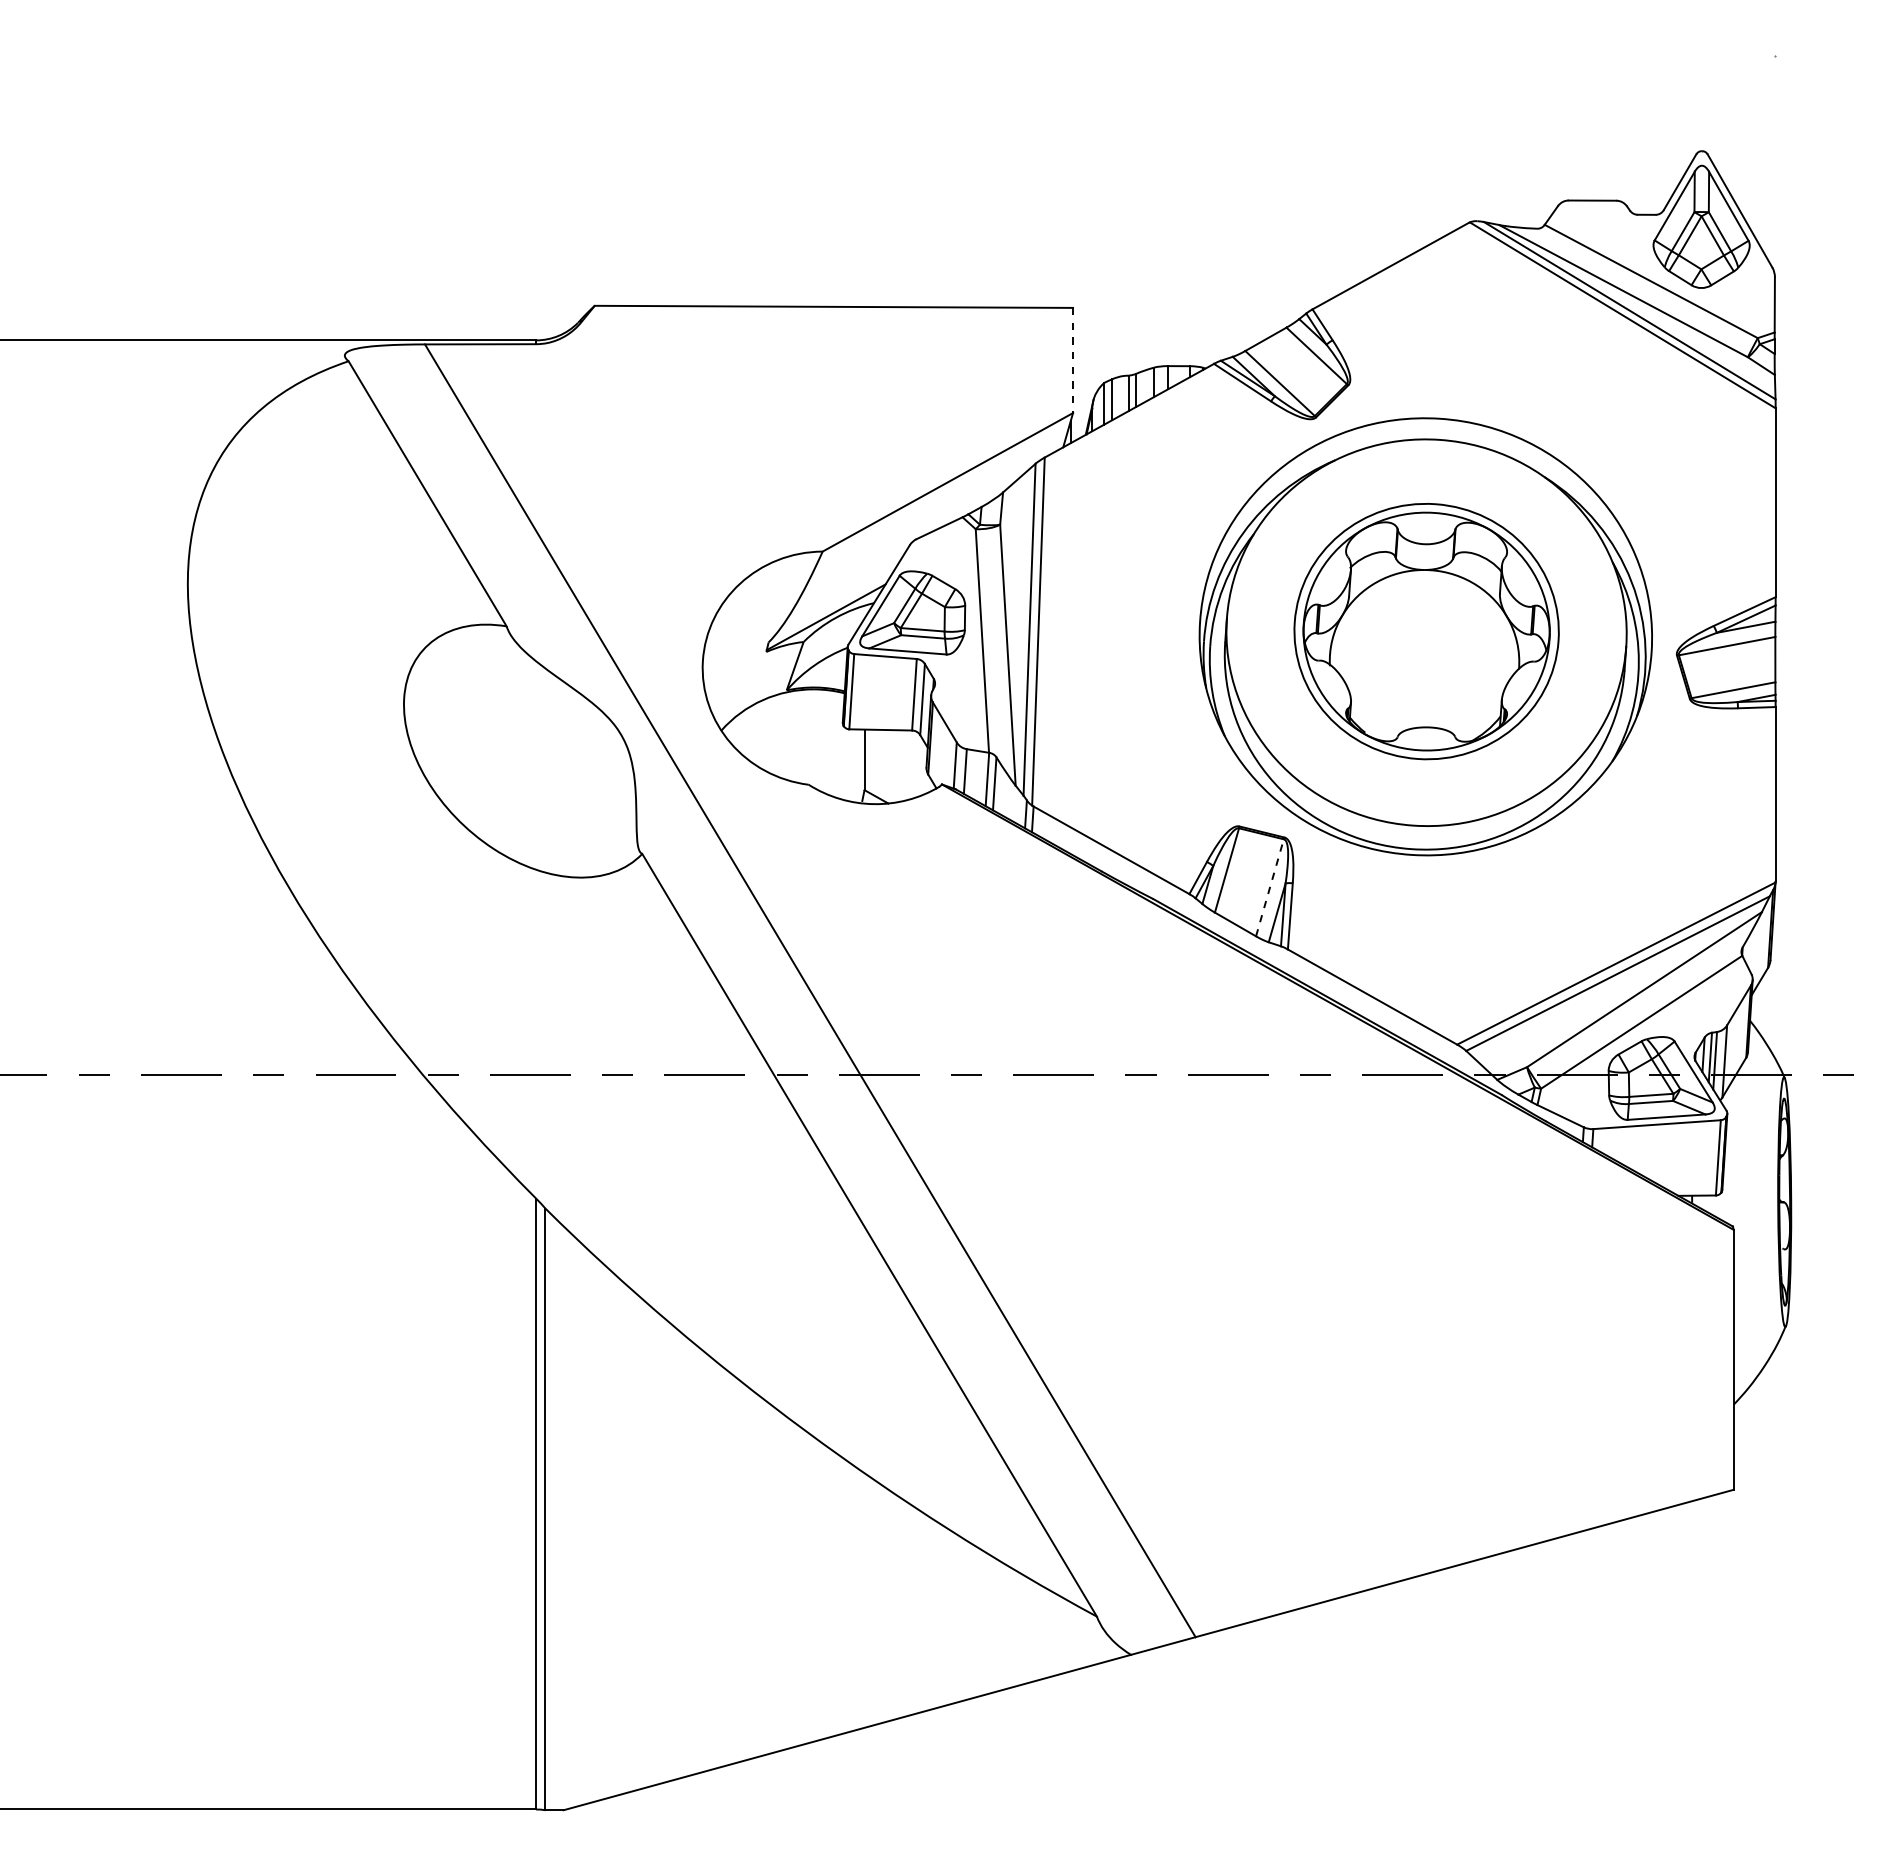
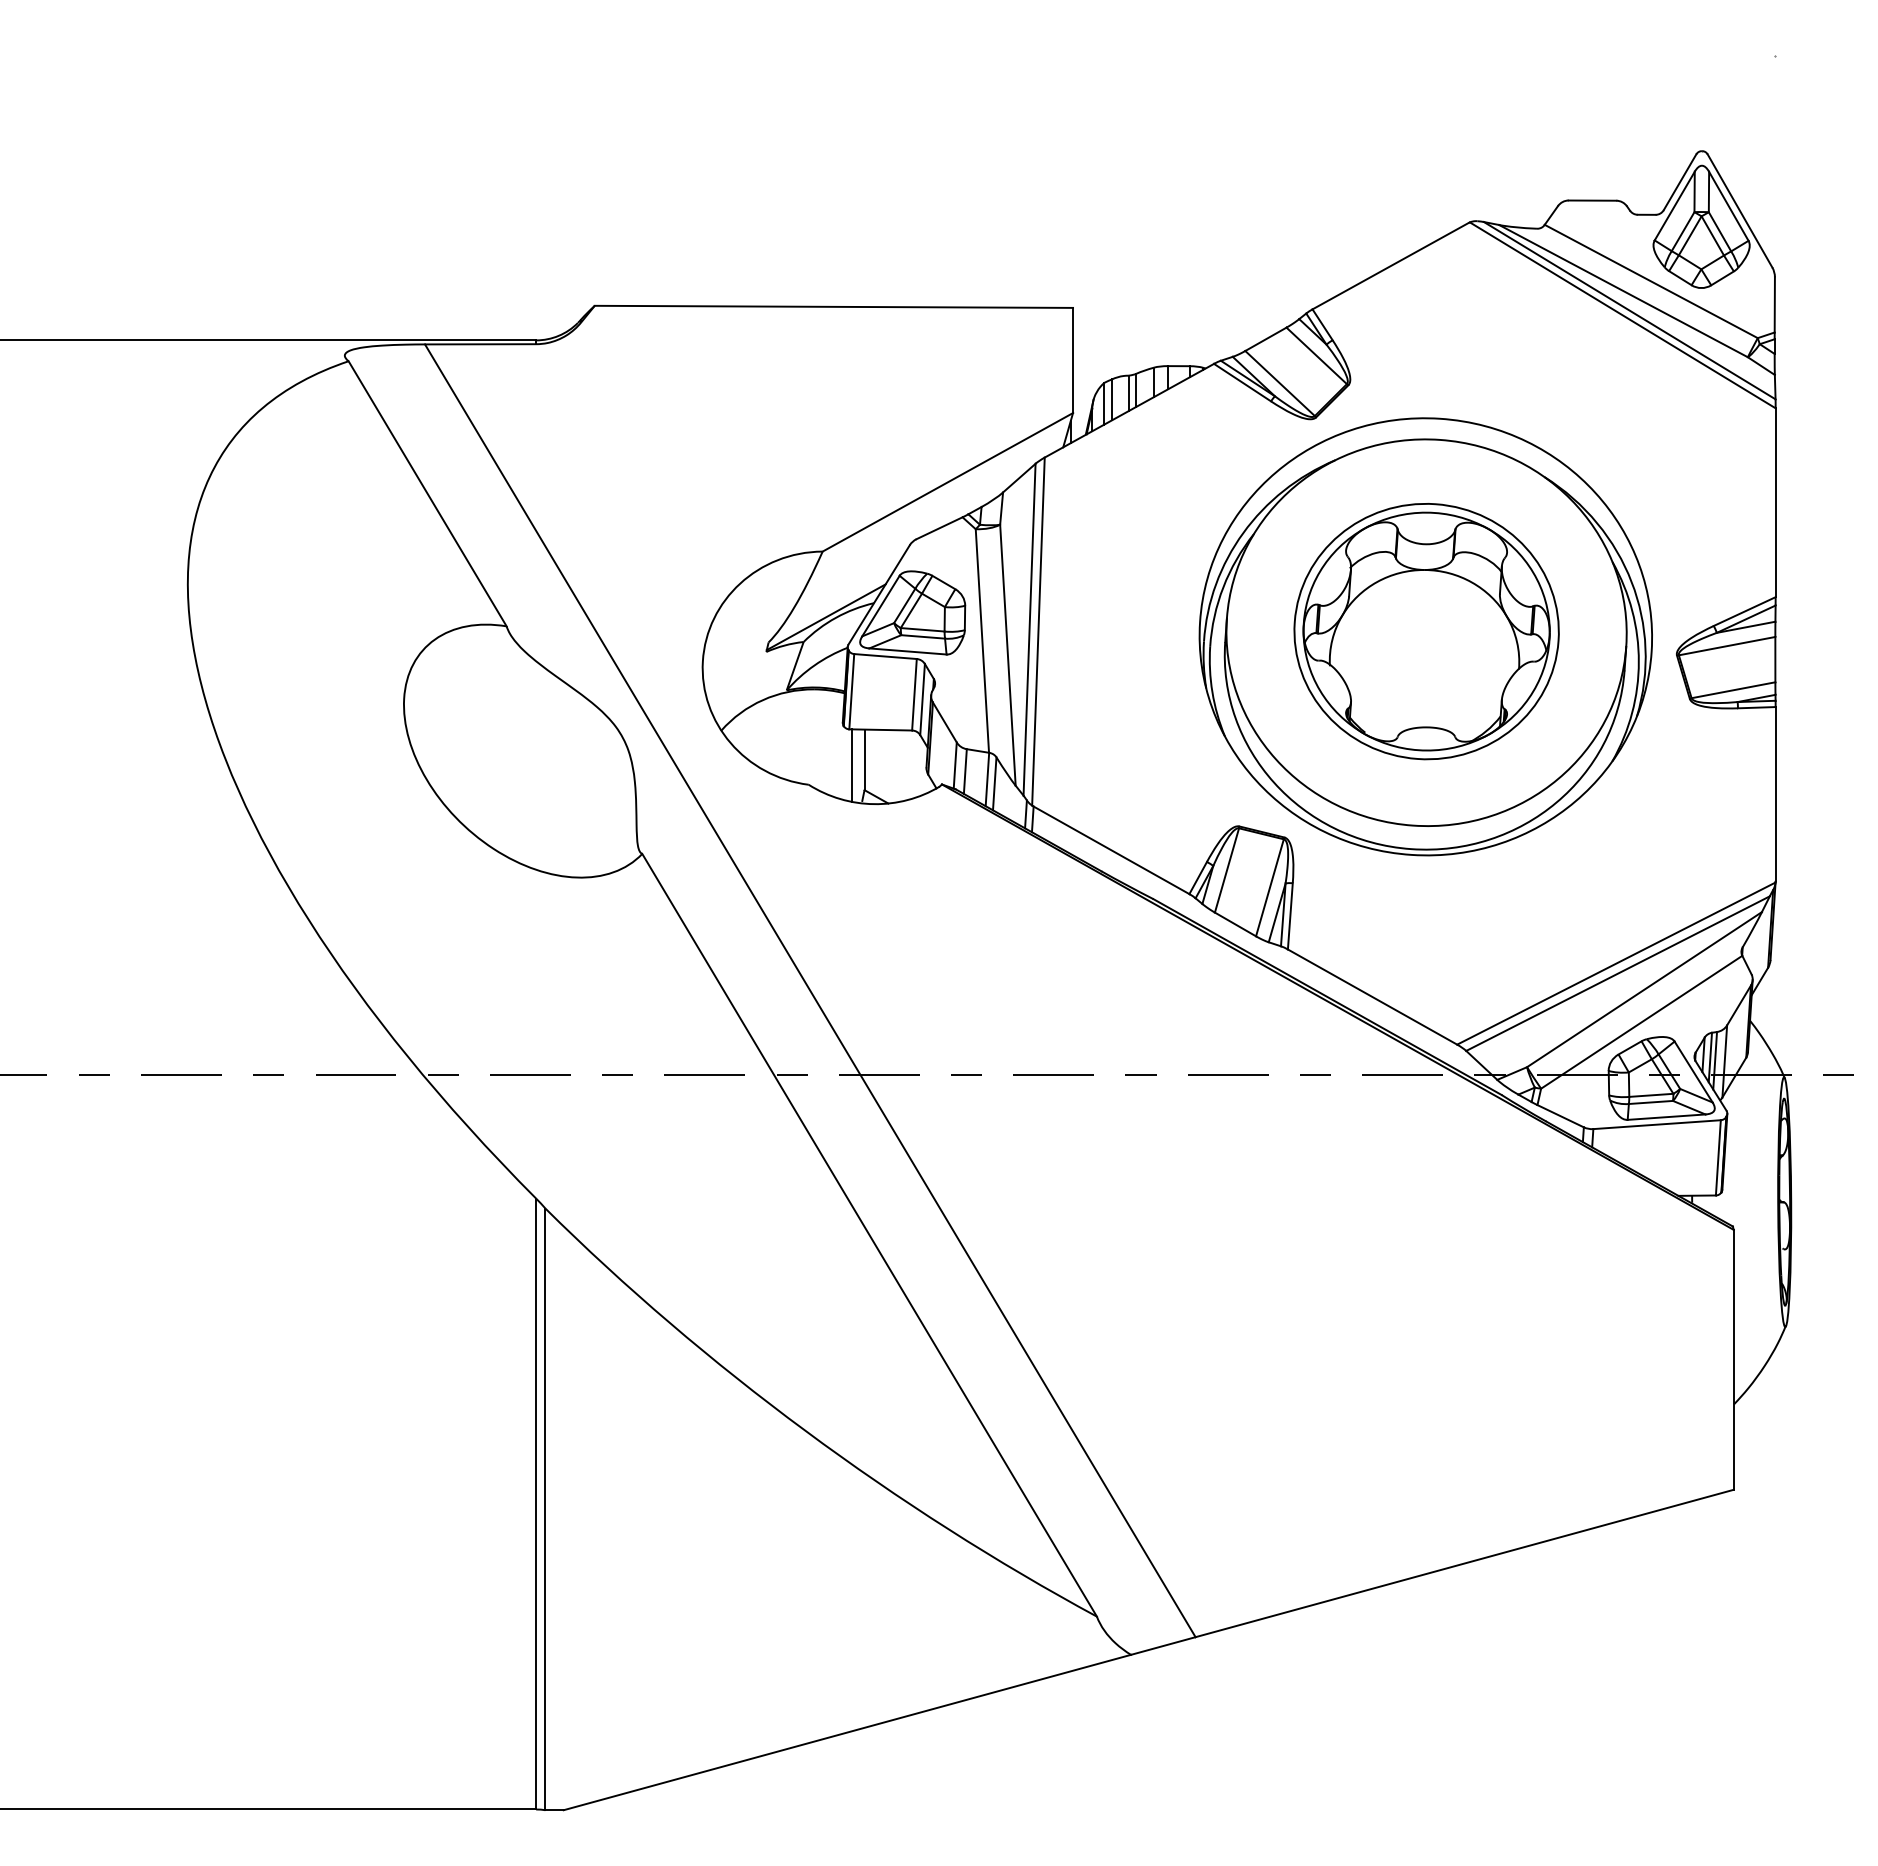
line at (1073, 360): dashed -> solid
line at (852, 765): none -> present
line at (1270, 887): dashed -> solid
